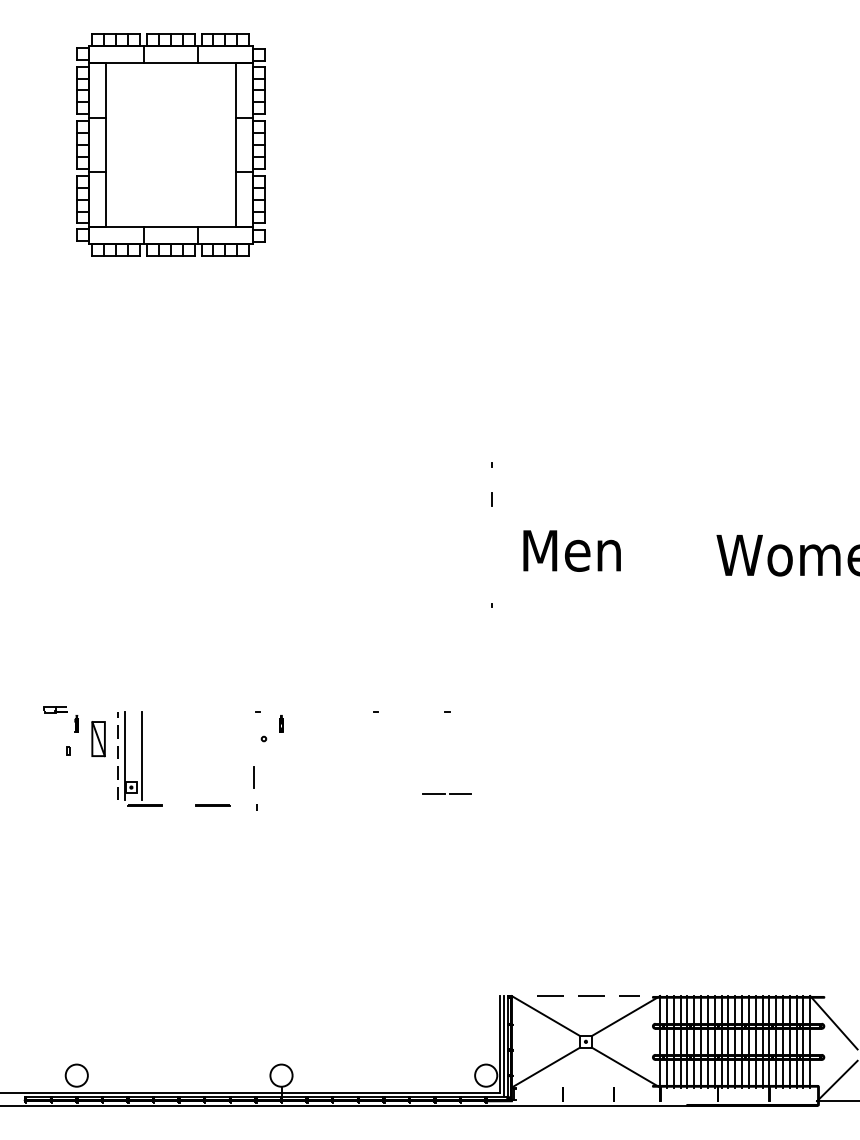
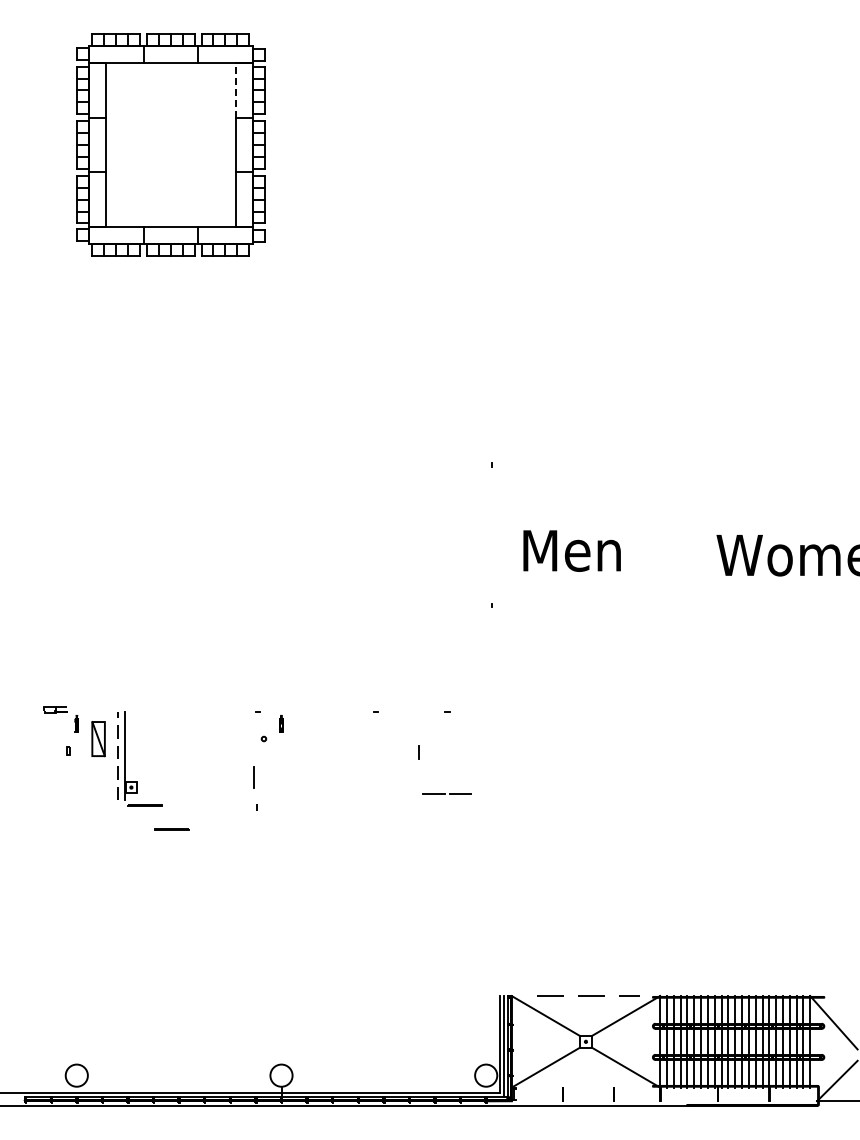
line at (235, 89): solid -> dashed
line at (491, 499) position: (491, 499) -> (418, 752)
line at (141, 756): present -> none
line at (212, 805) position: (212, 805) -> (171, 829)
